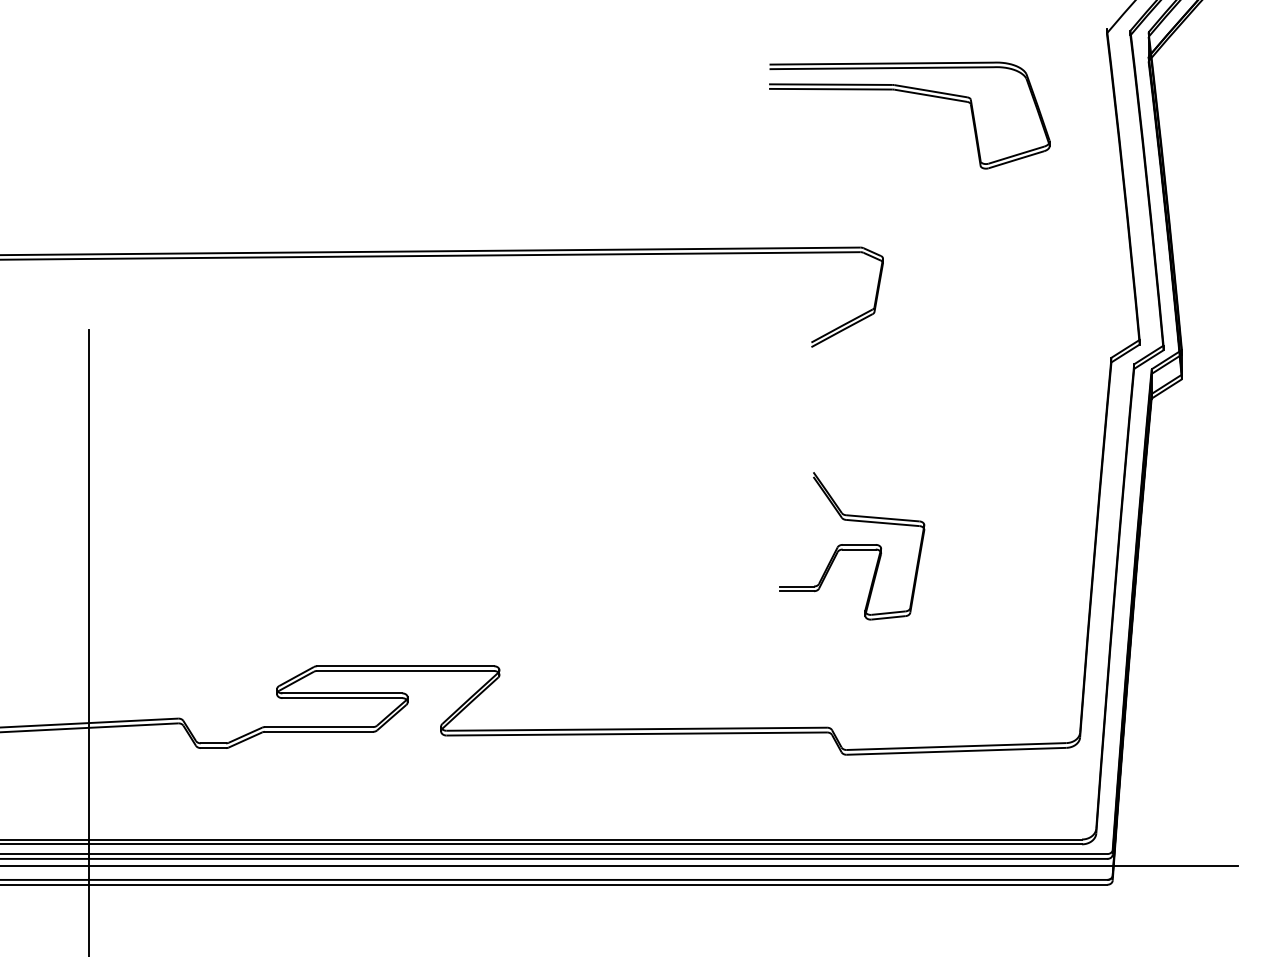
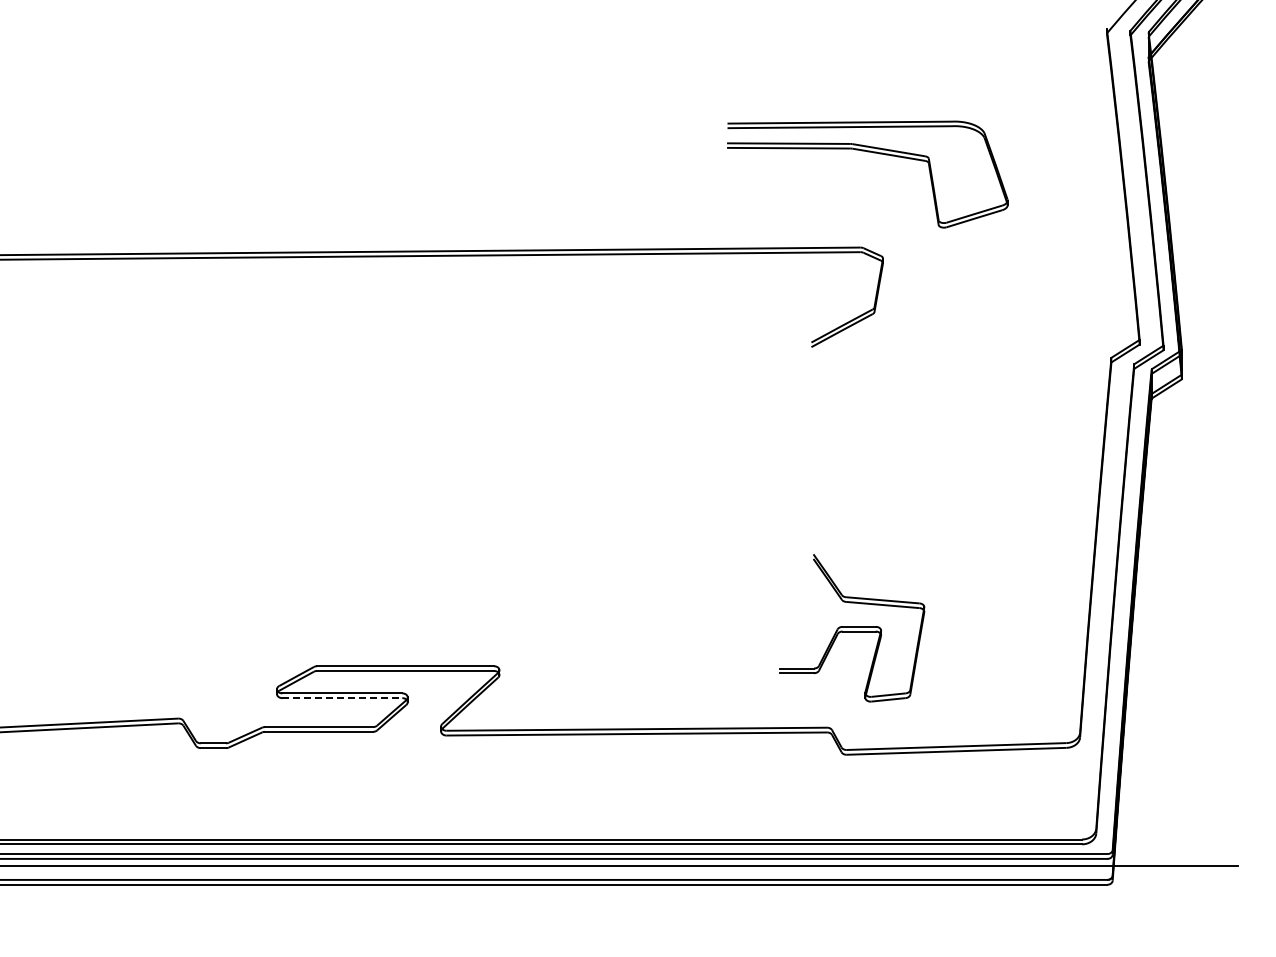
part at (915, 94) position: (915, 94) -> (873, 153)
part at (852, 546) position: (852, 546) -> (852, 628)
line at (88, 641): present -> none
line at (342, 698): solid -> dashed
